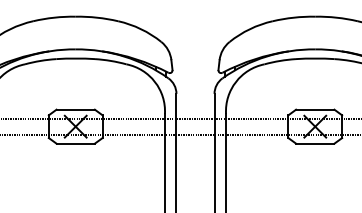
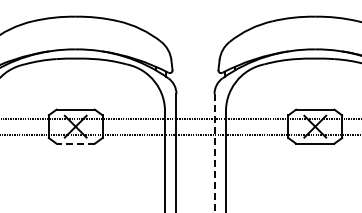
line at (75, 143): solid -> dashed
line at (214, 153): solid -> dashed
